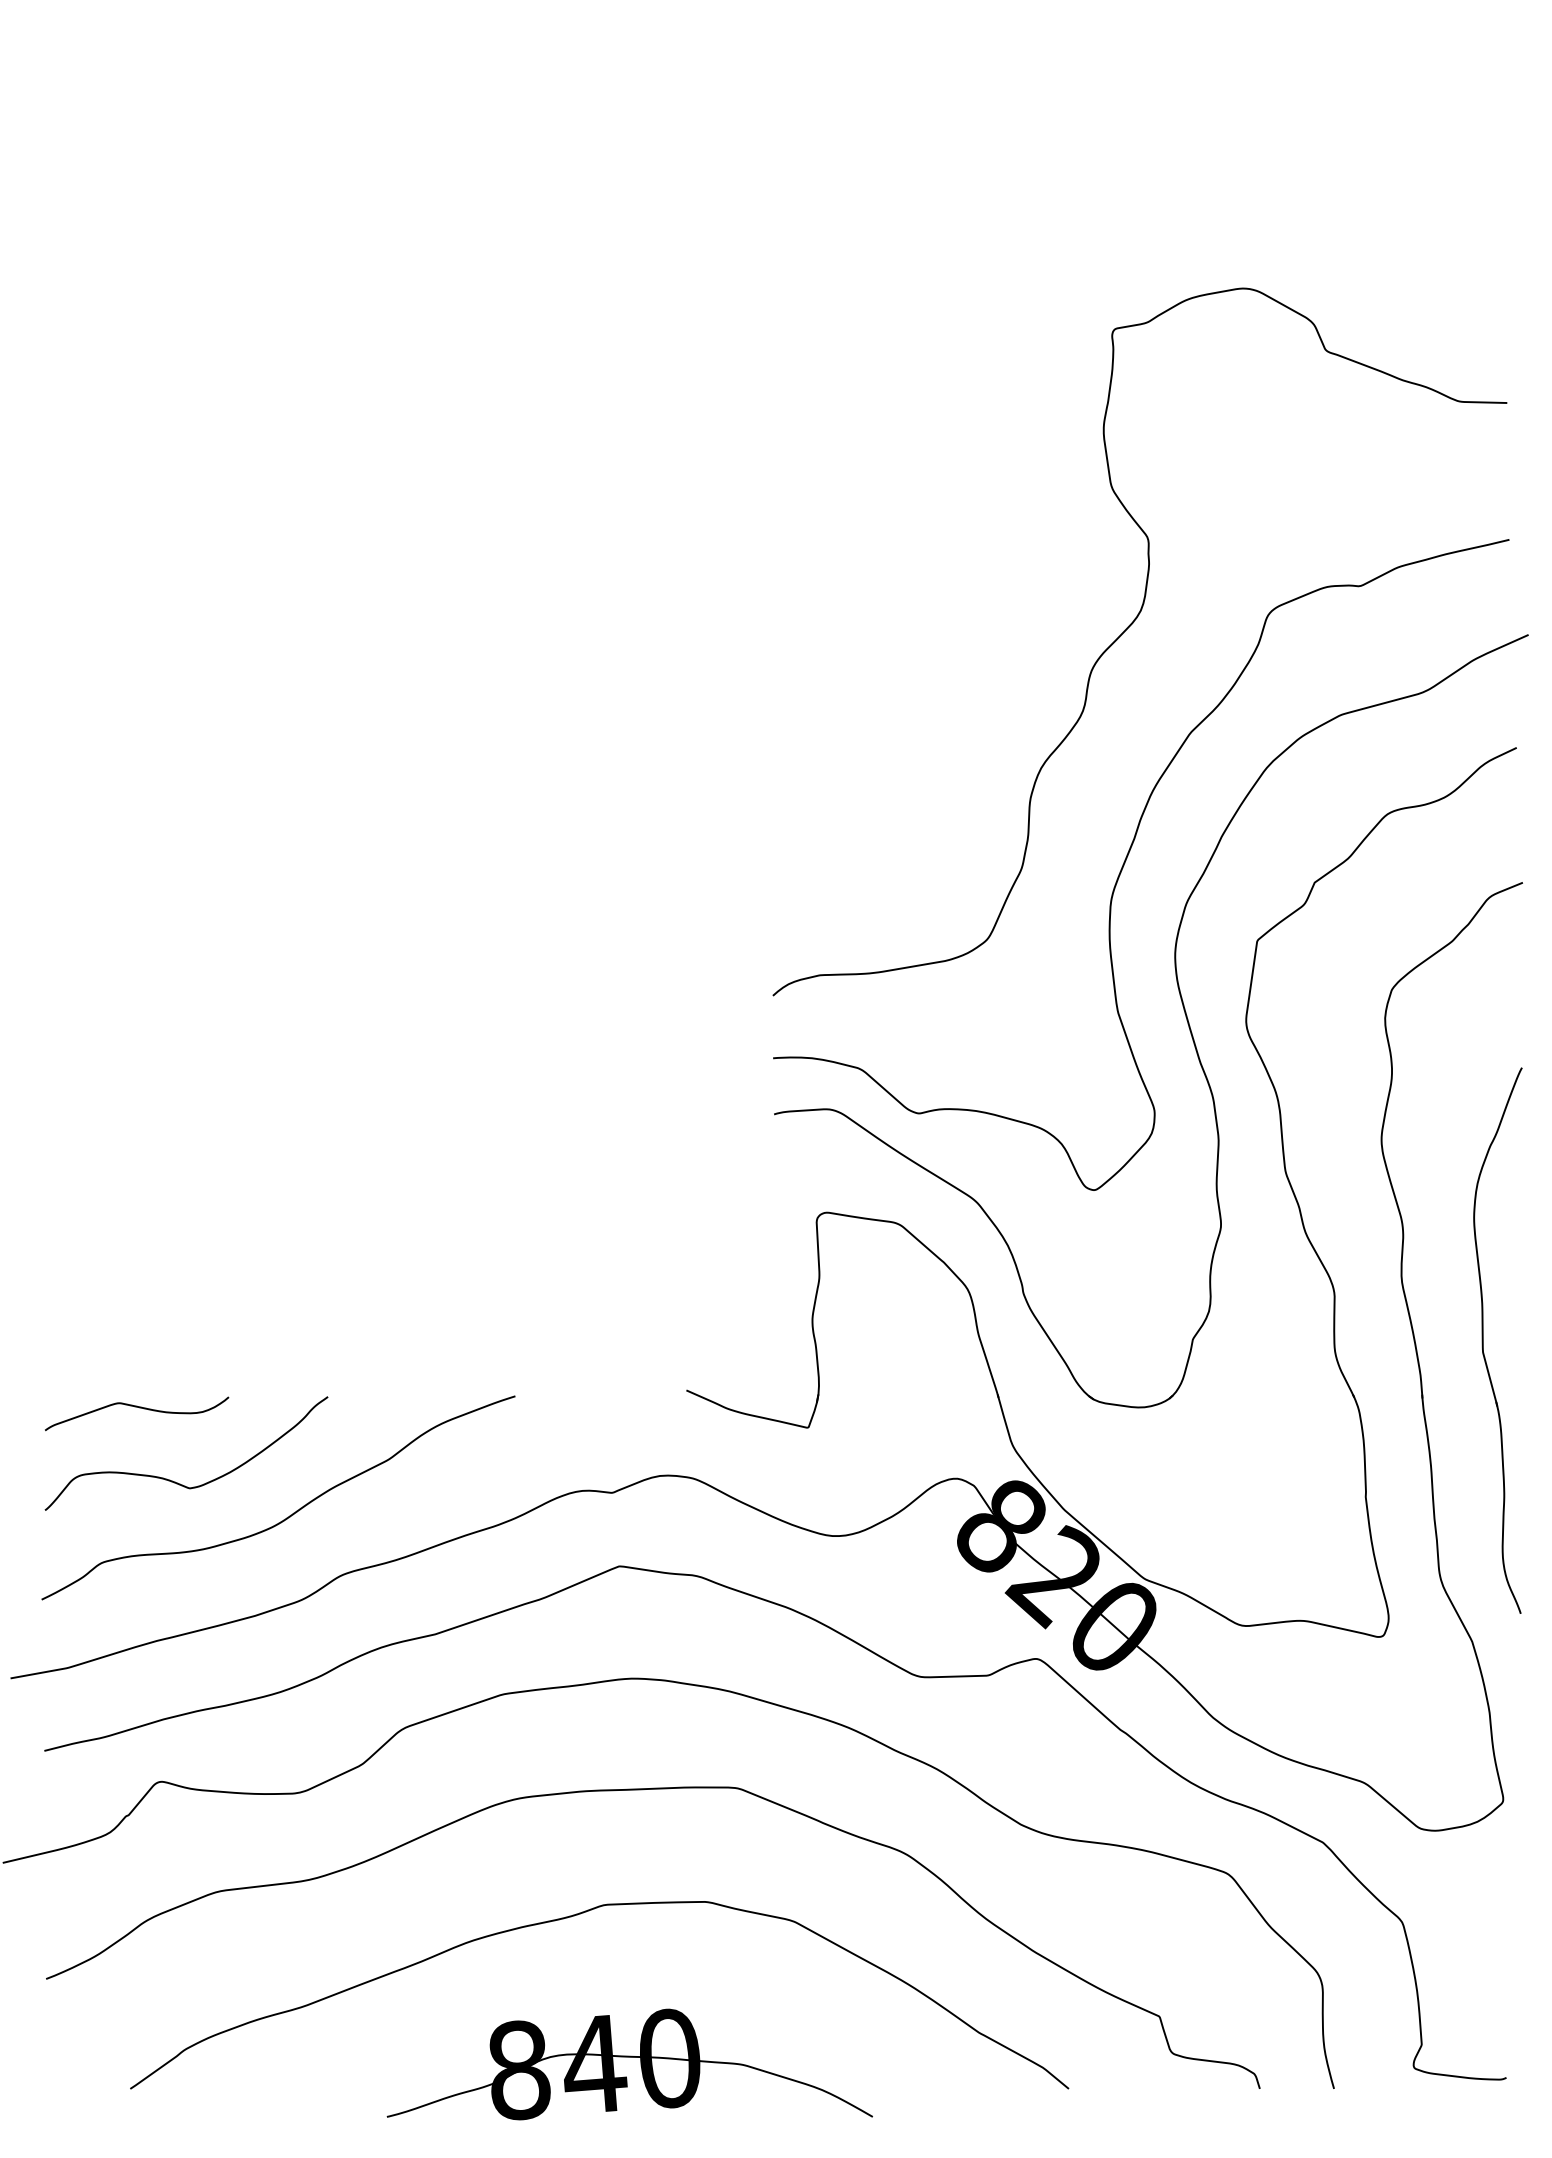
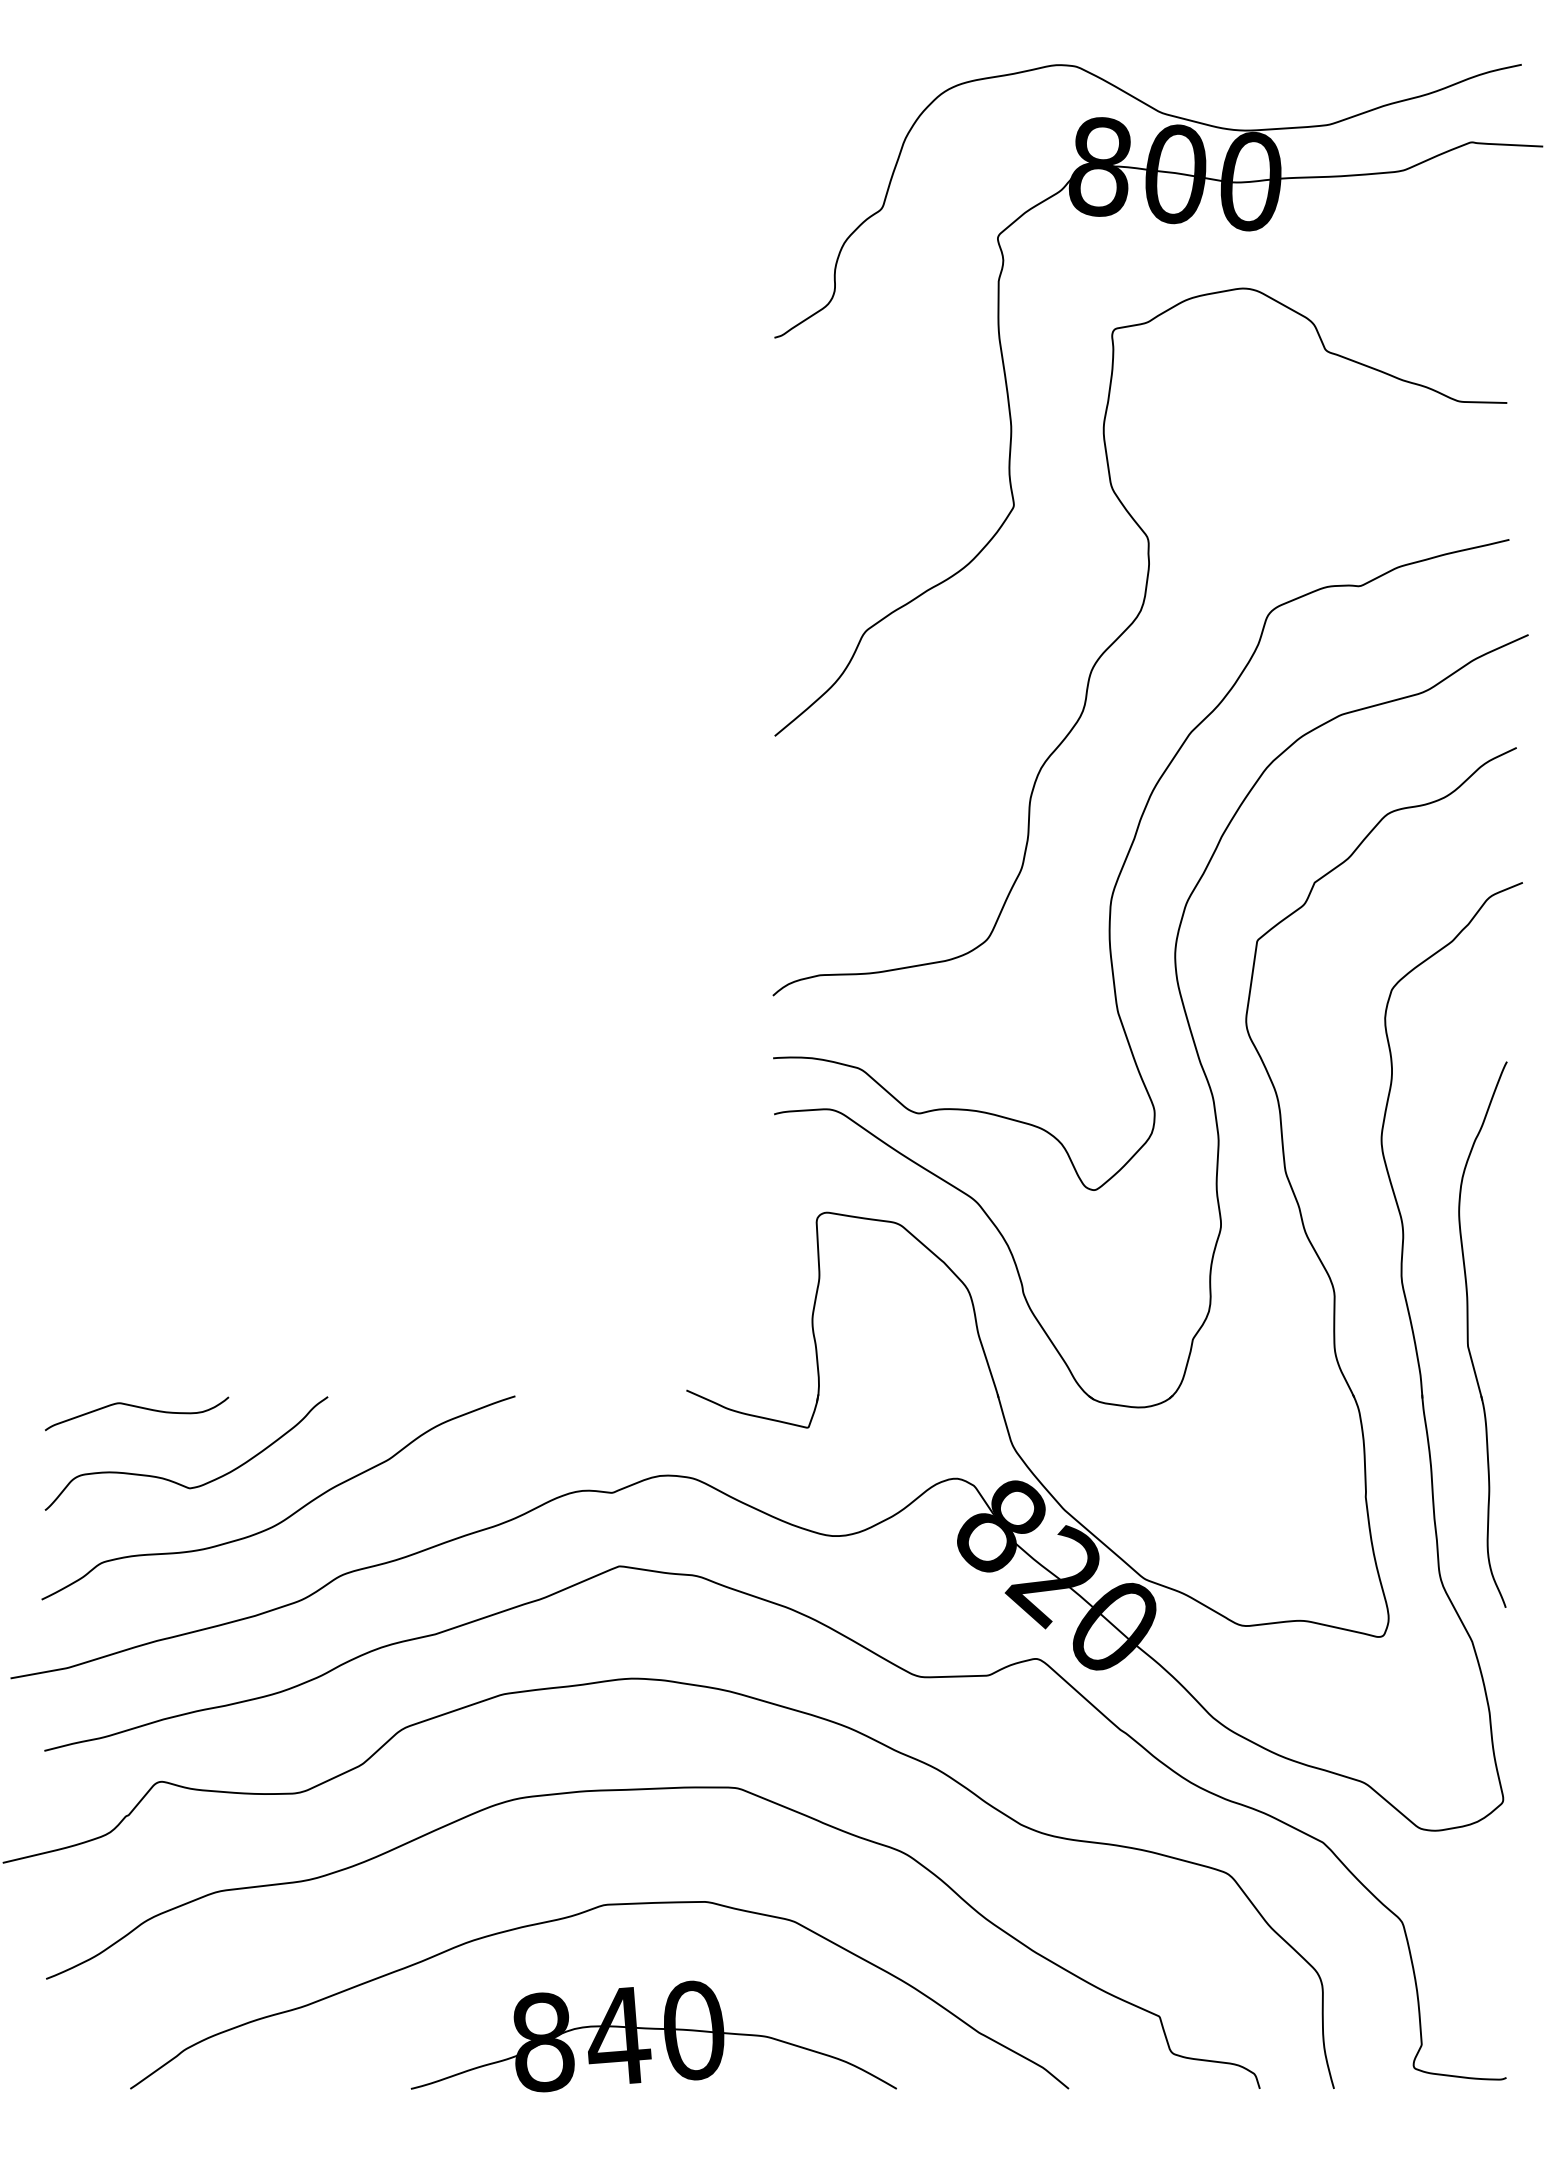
part at (1011, 415): none -> present
part at (1483, 1340) position: (1483, 1340) -> (1468, 1334)
part at (629, 2057) position: (629, 2057) -> (653, 2029)
